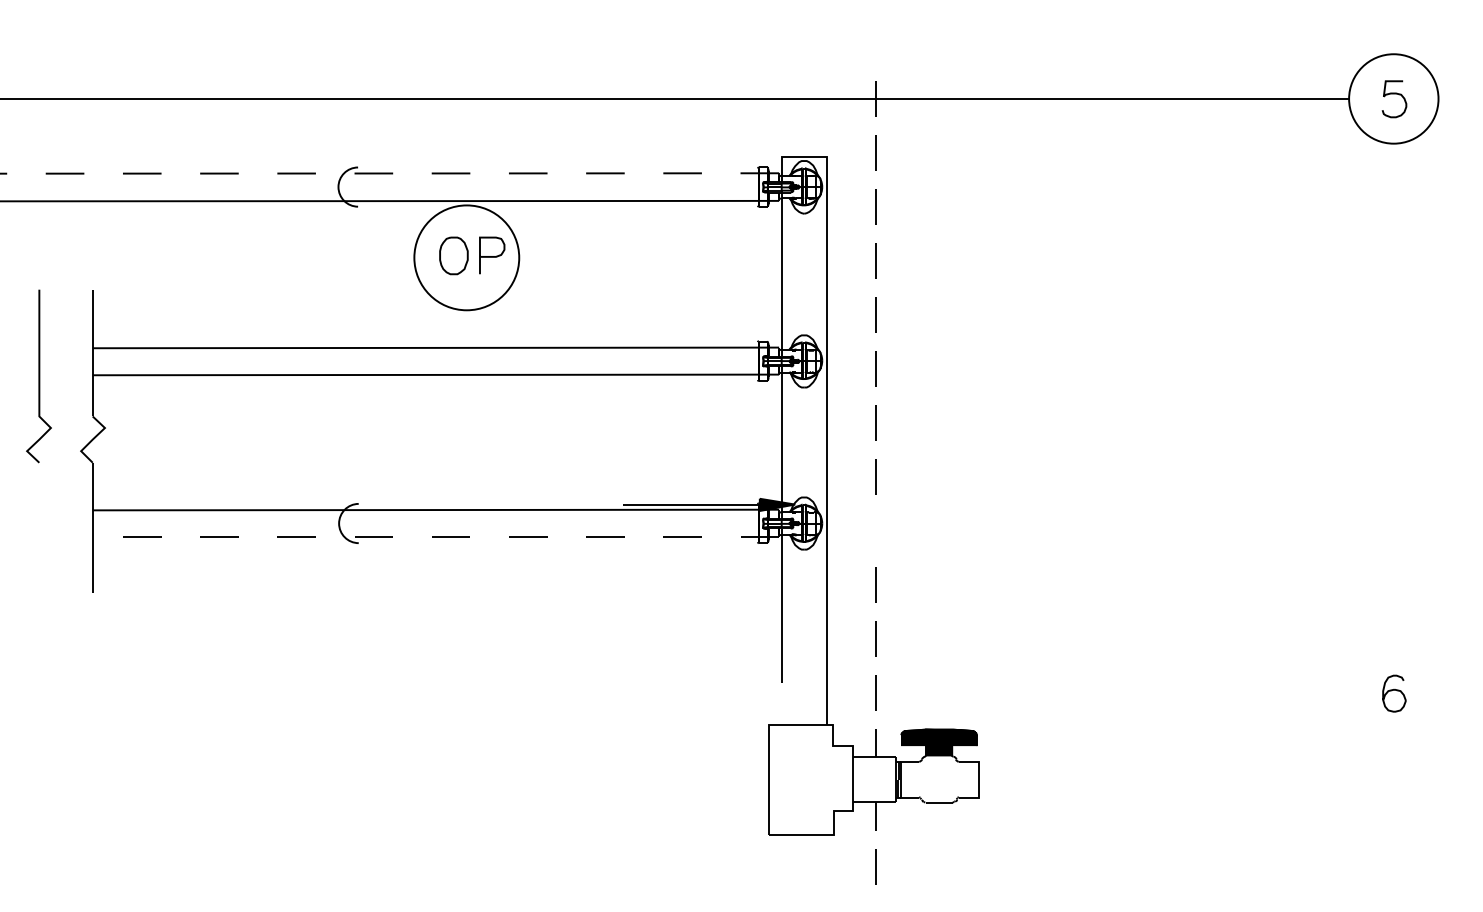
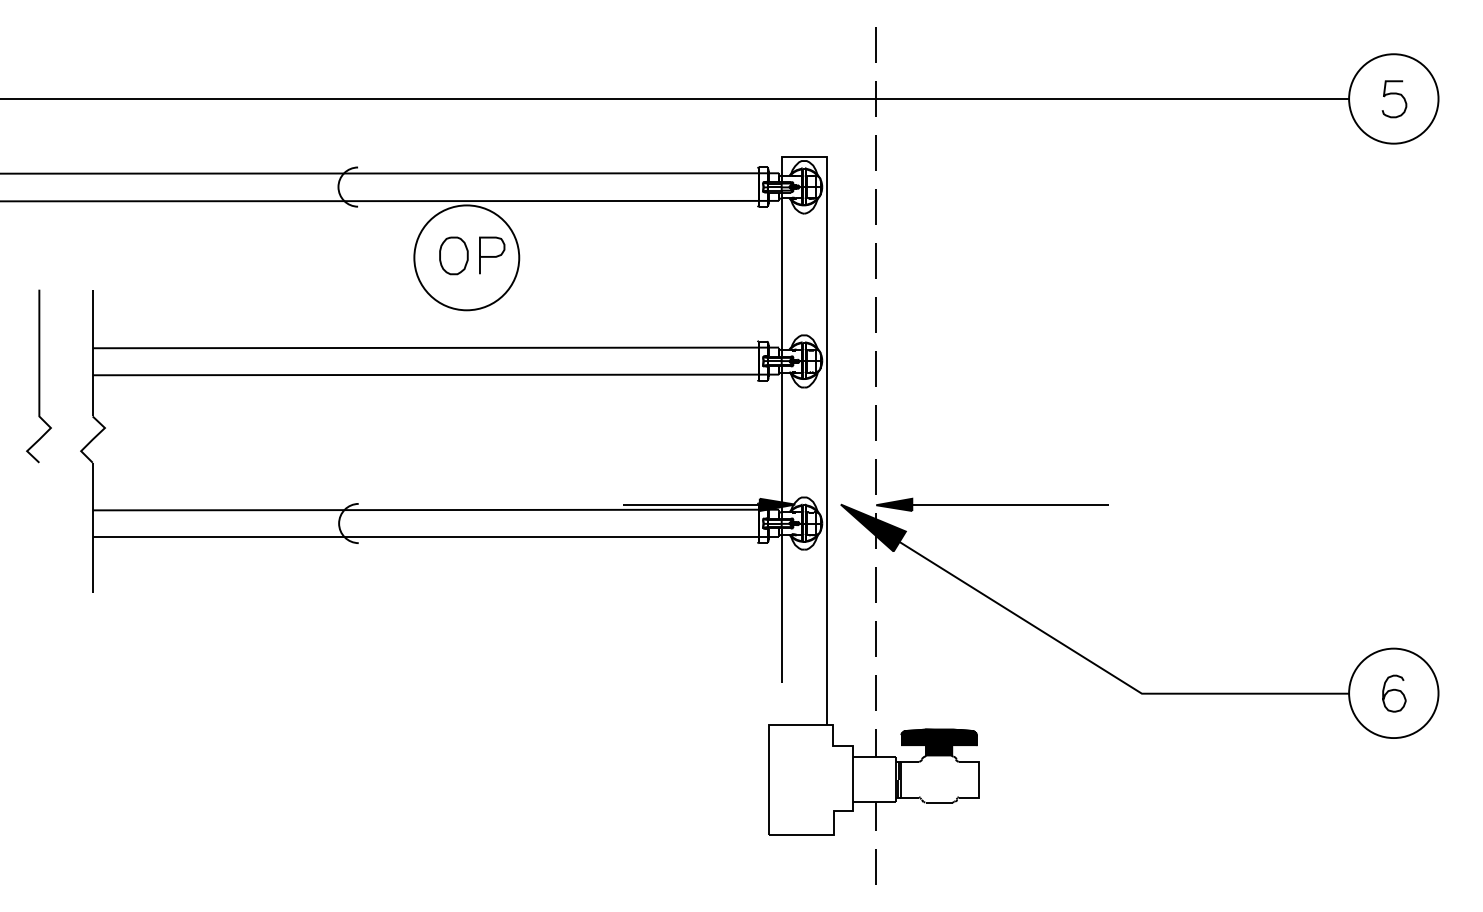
line at (875, 44): none -> present
line at (389, 173): dashed -> solid
line at (435, 537): dashed -> solid
part at (1105, 669): none -> present
